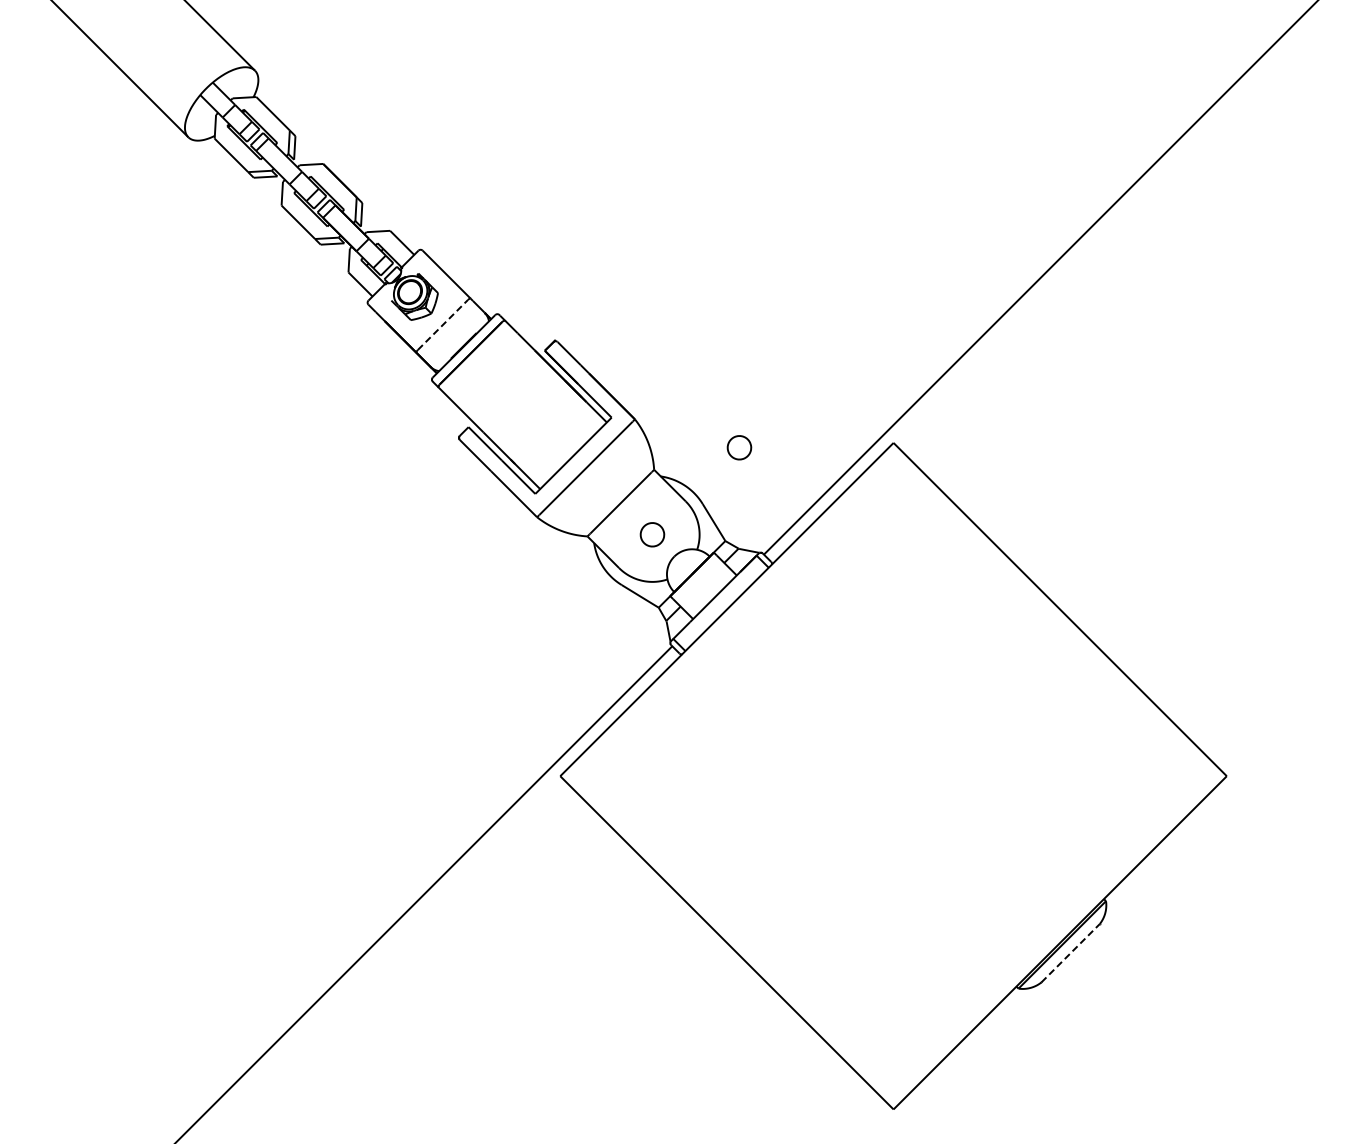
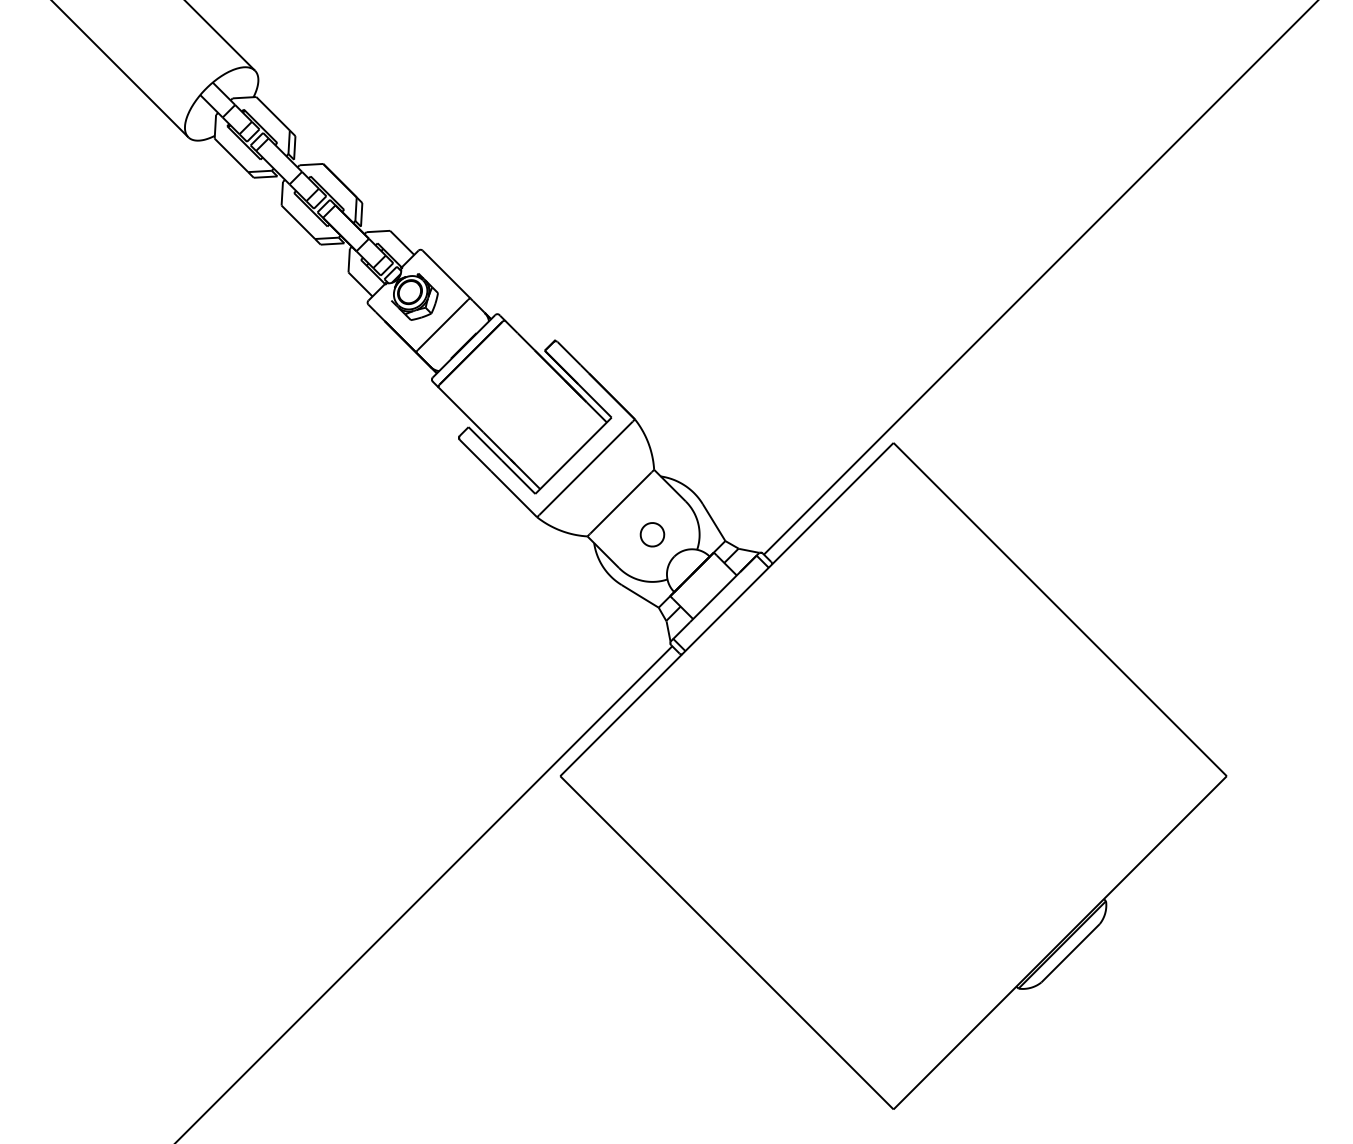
line at (443, 324): dashed -> solid
part at (739, 447): present -> none
line at (1070, 952): dashed -> solid
